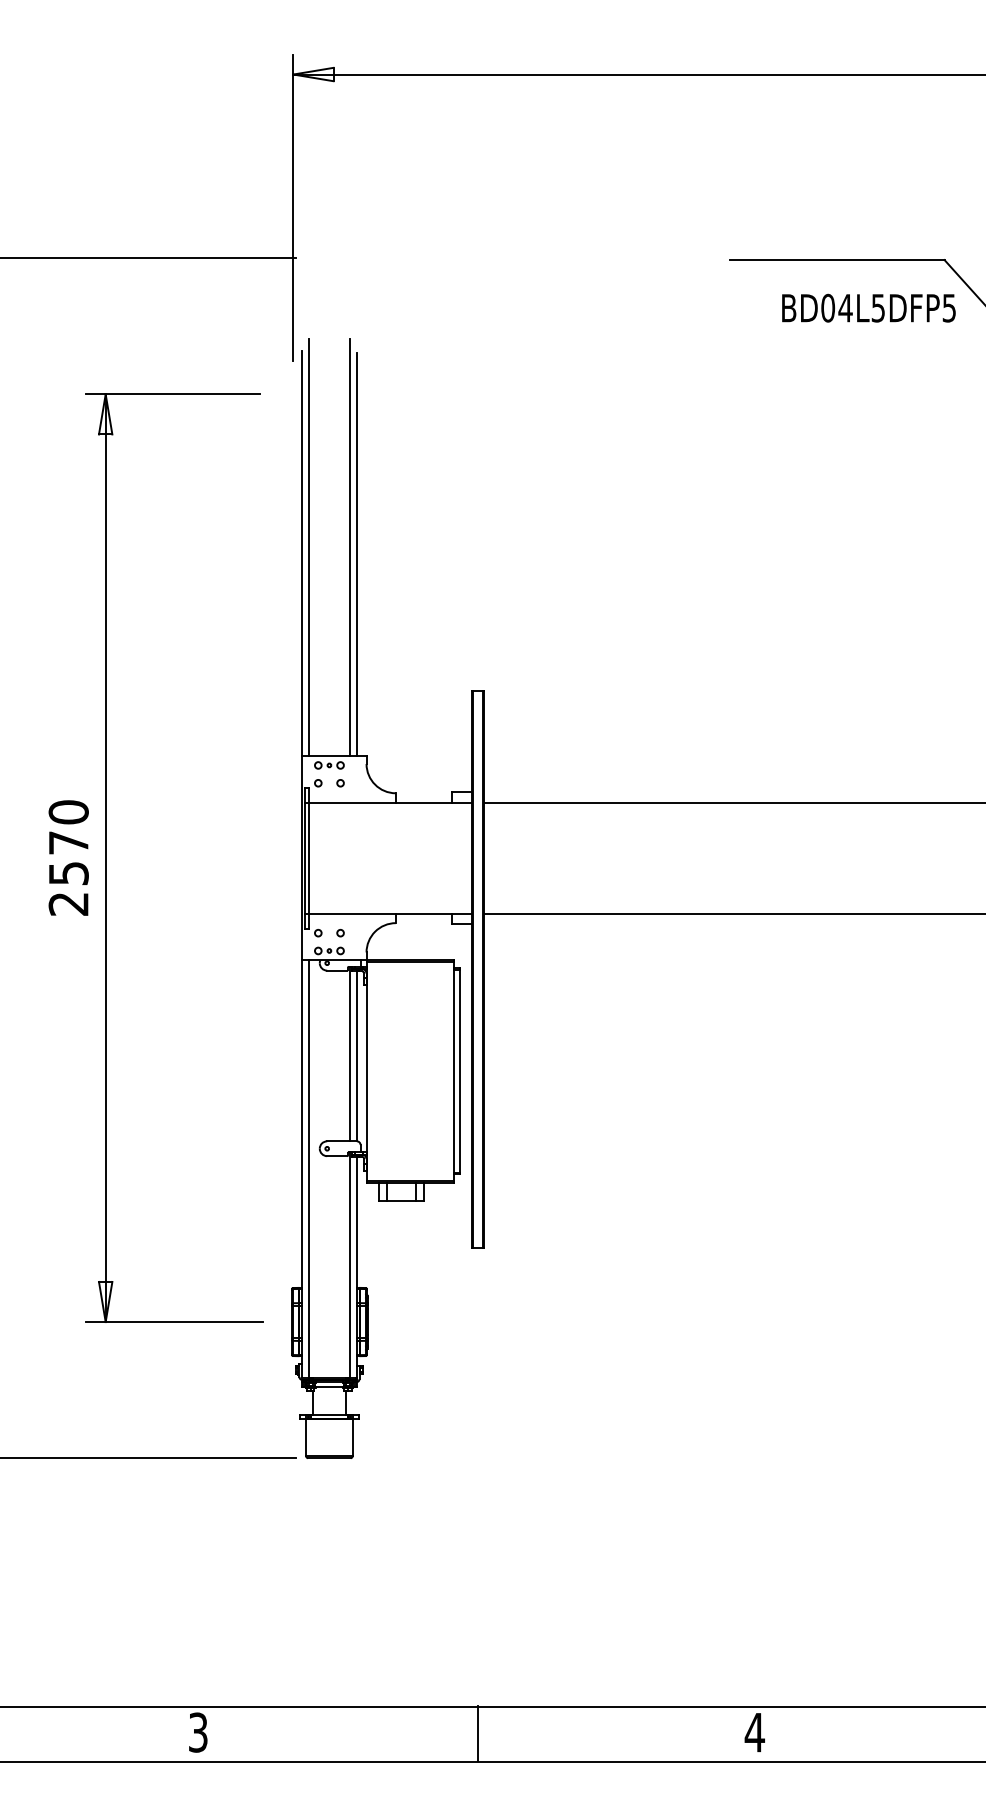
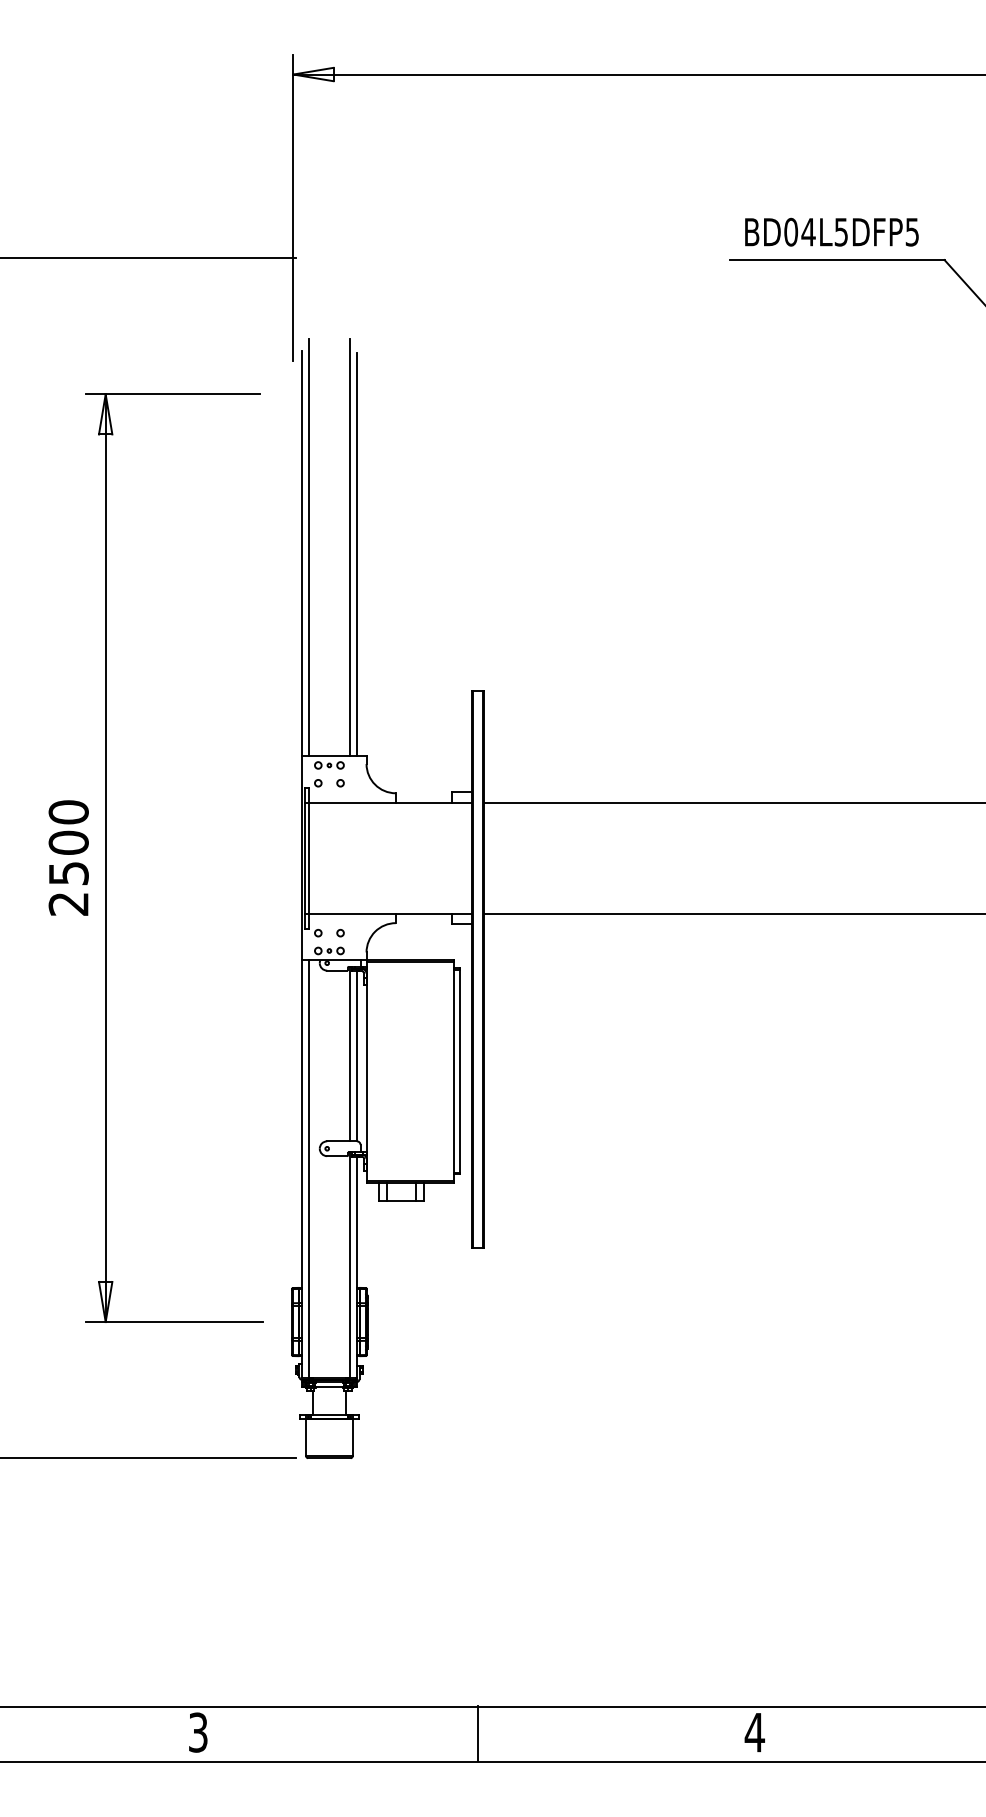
text at (868, 307) position: (868, 307) -> (831, 231)
text at (68, 842): 2570 -> 2500
